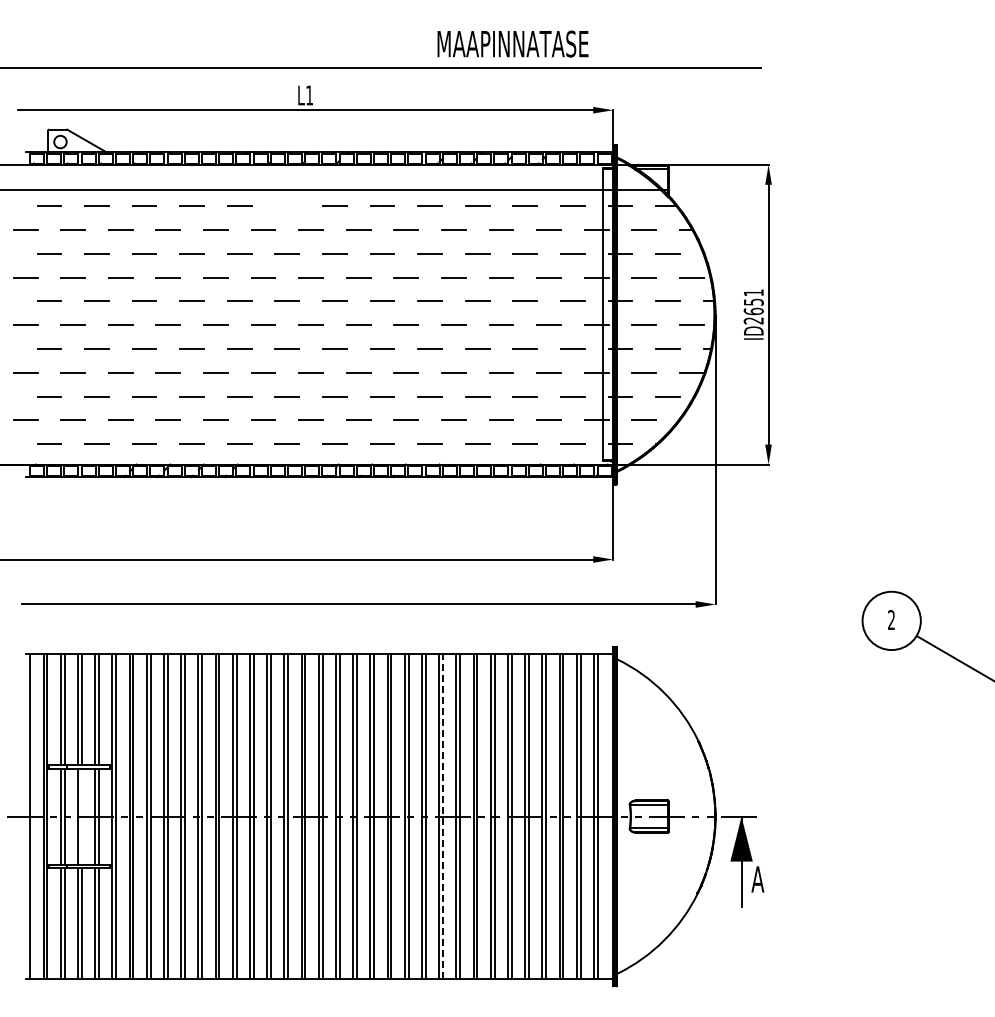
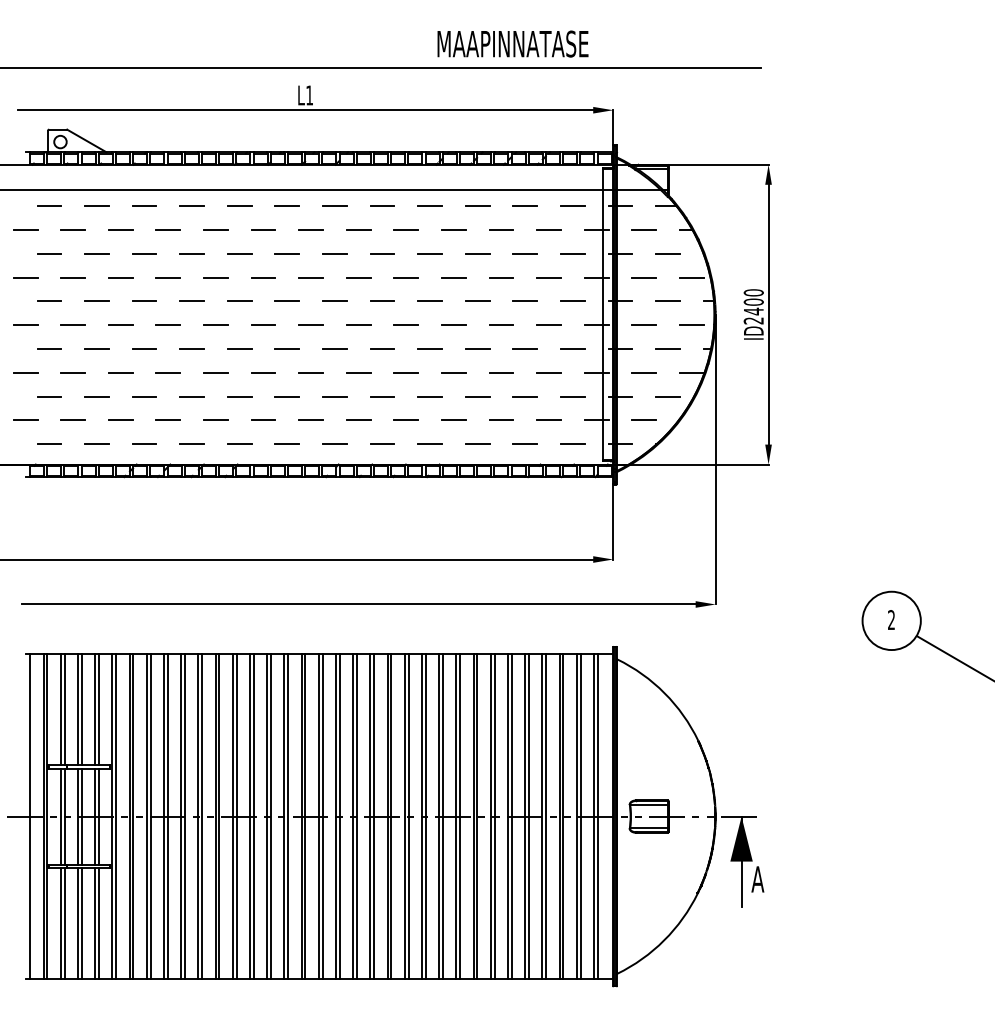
line at (286, 205): none -> present
text at (753, 302): ID2651 -> ID2400
line at (81, 816): none -> present
line at (443, 816): dashed -> solid
